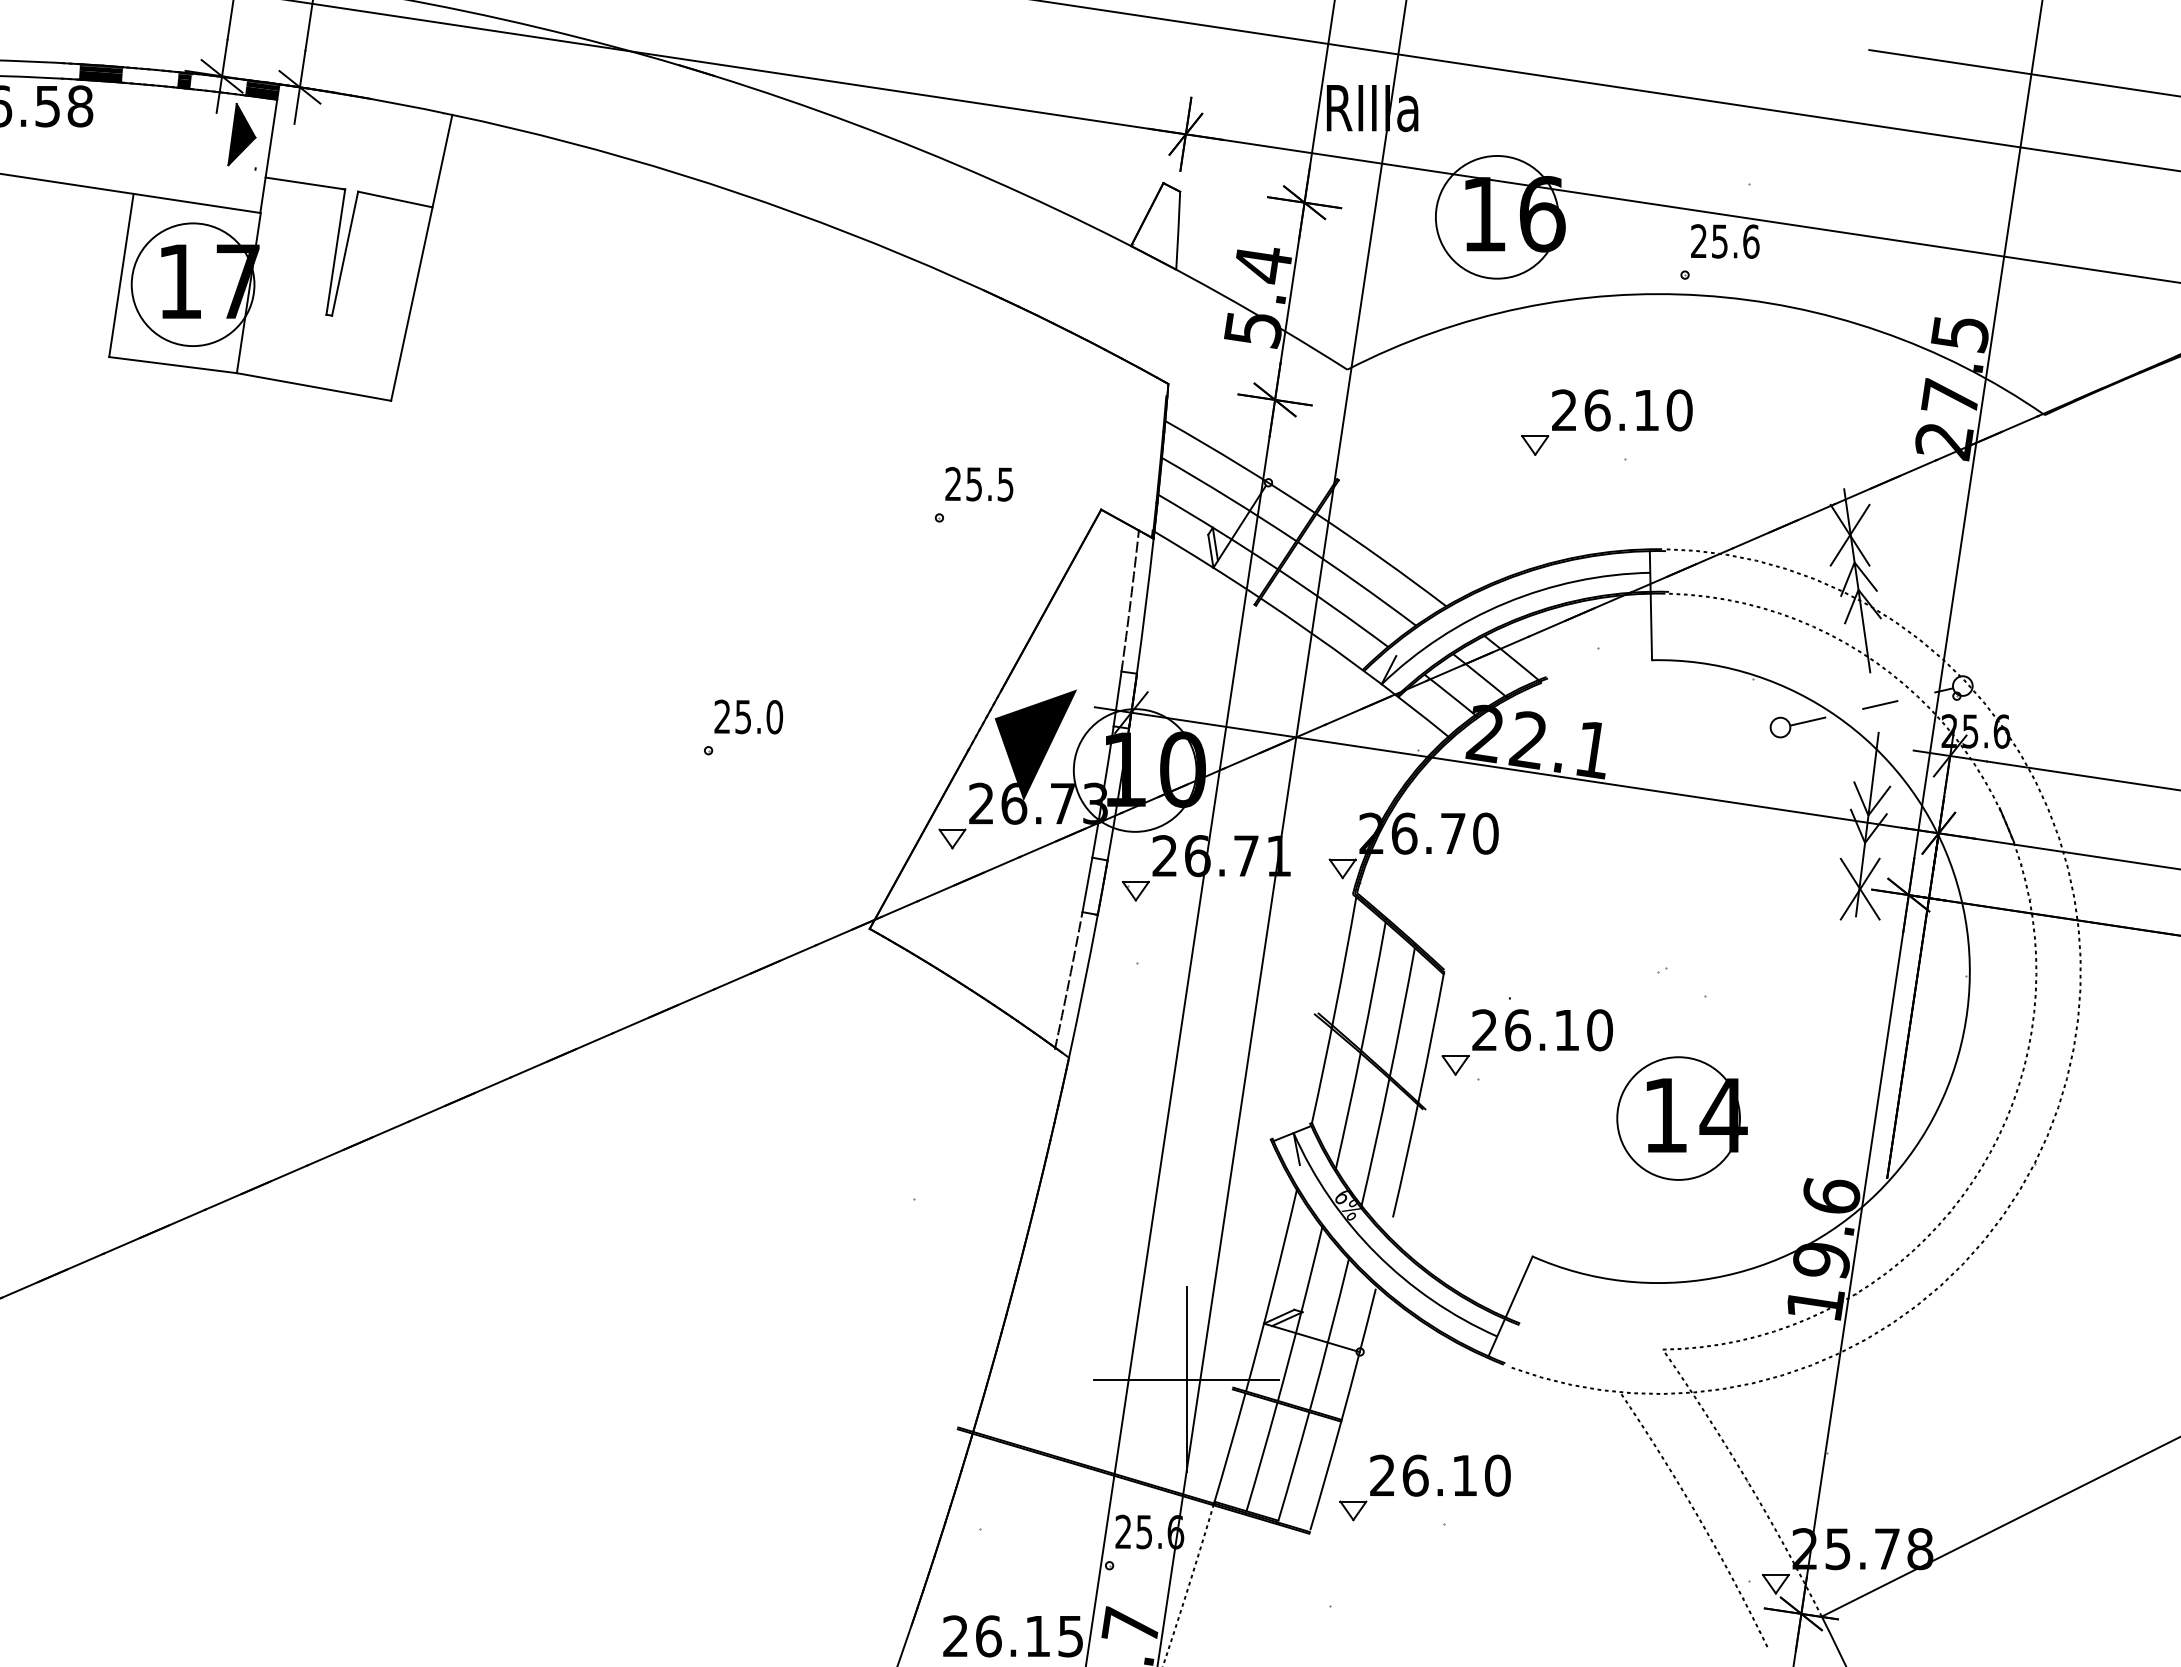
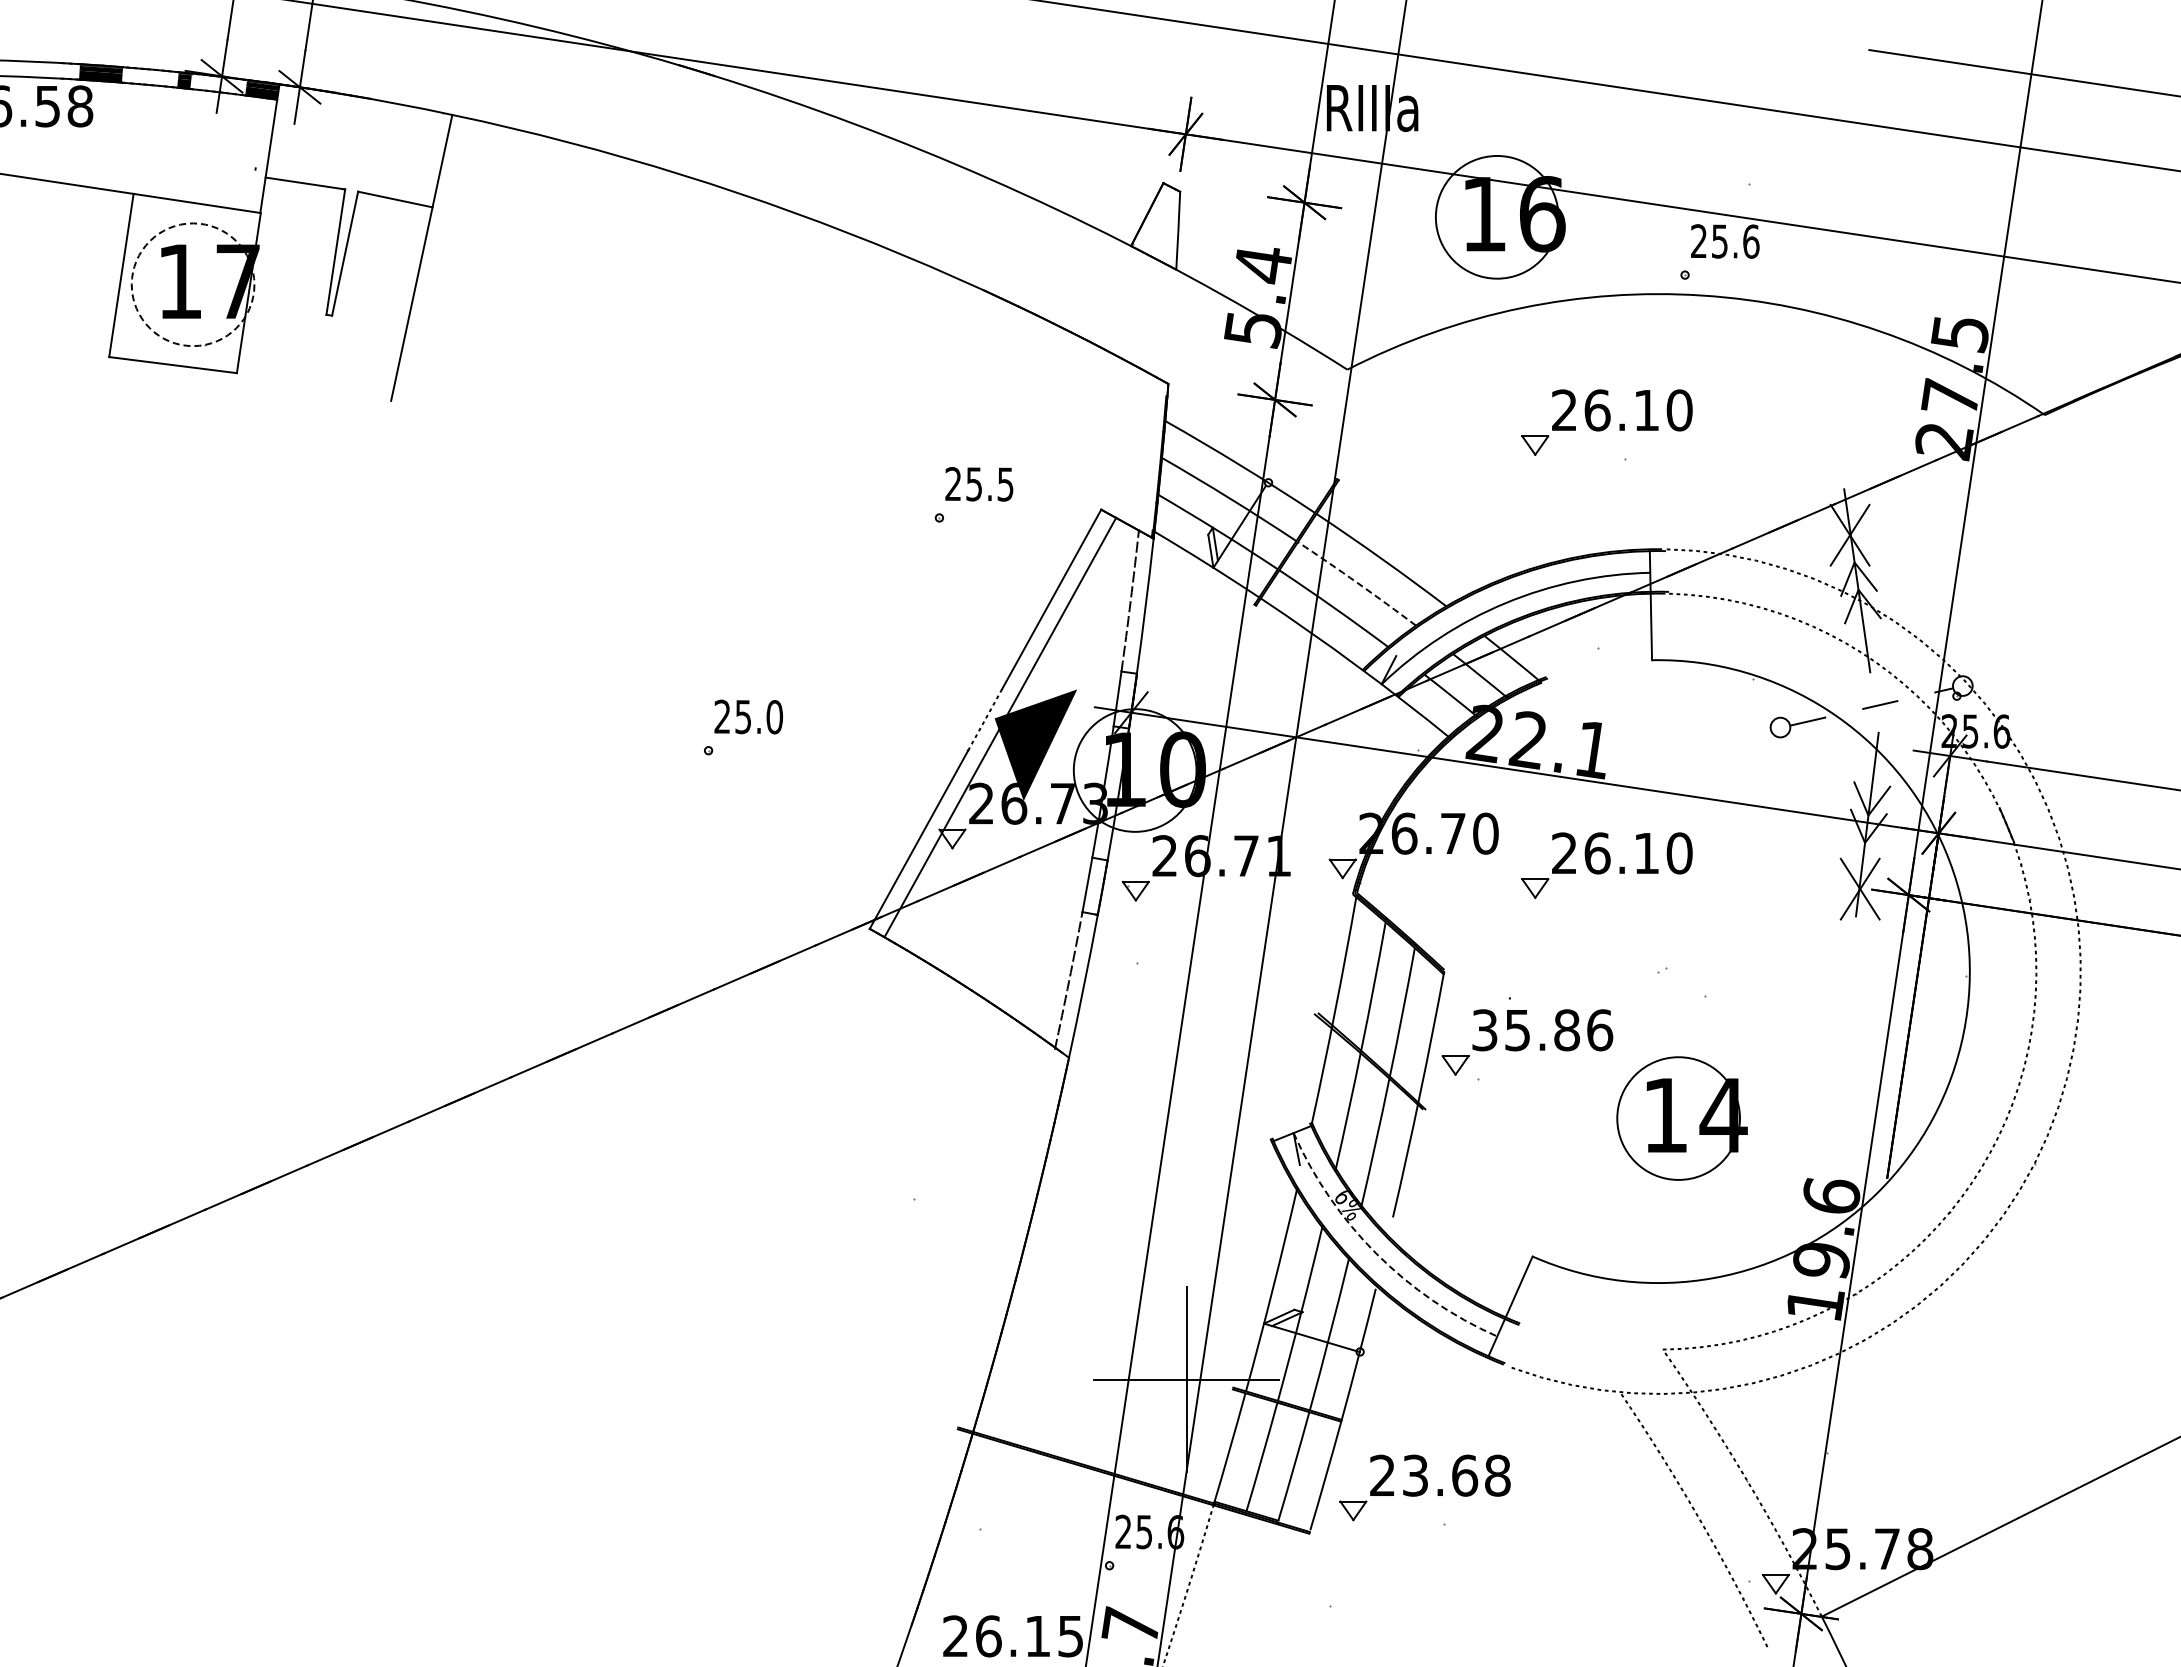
part at (241, 134): present -> none
circle at (192, 284): solid -> dashed
line at (313, 386): present -> none
arc at (1357, 583): solid -> dashed
line at (985, 718) position: (985, 718) -> (1000, 726)
part at (1606, 865): none -> present
text at (1542, 1030): 26.10 -> 35.86
arc at (1376, 1253): solid -> dashed
text at (1456, 1475): 26.10 -> 23.68
